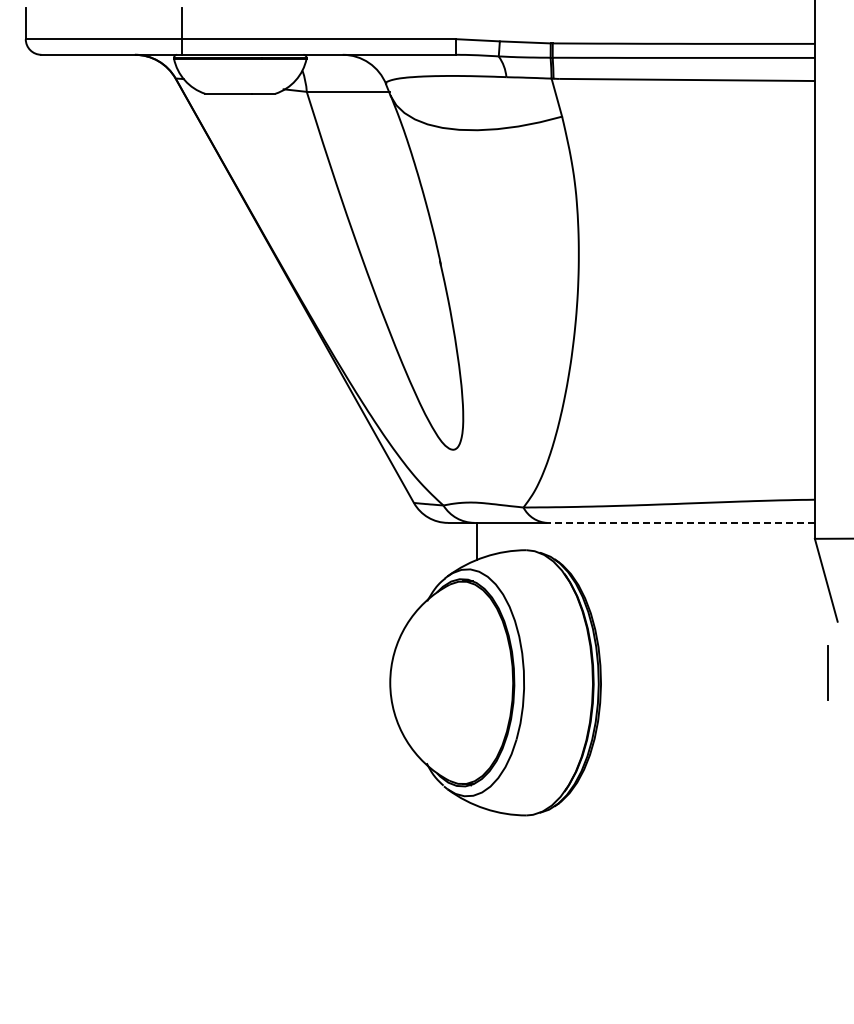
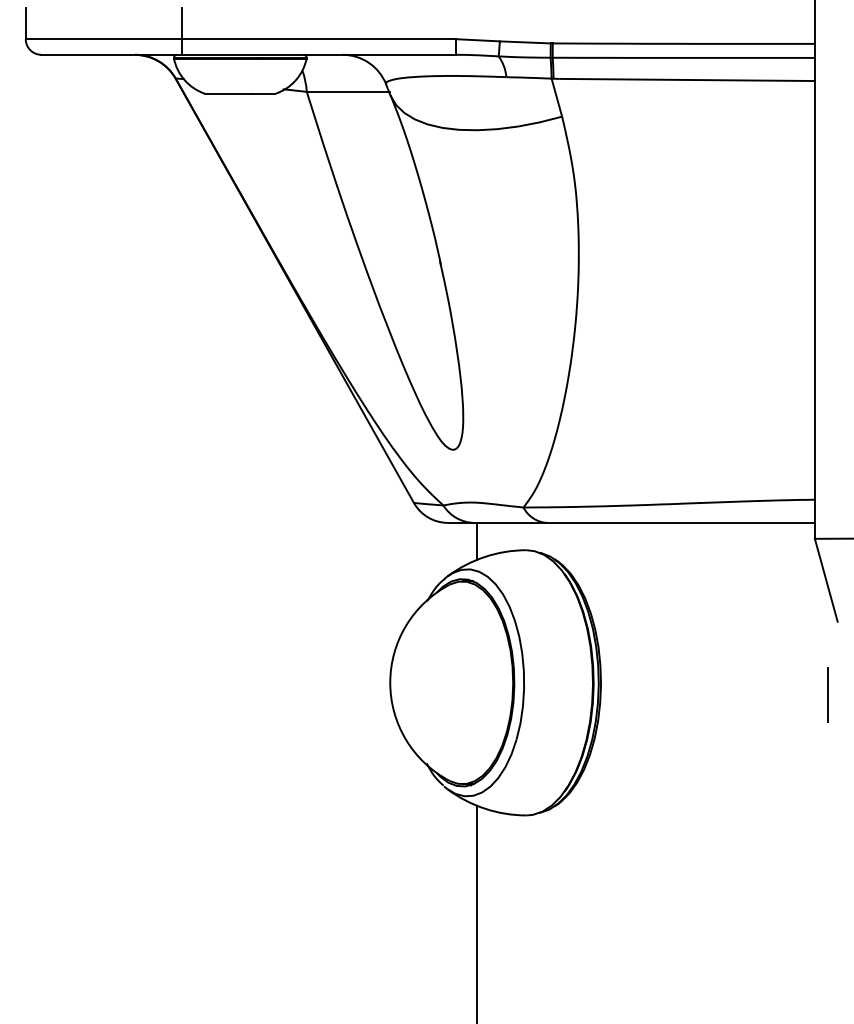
line at (681, 522): dashed -> solid
line at (827, 672) position: (827, 672) -> (827, 694)
line at (477, 912): none -> present
